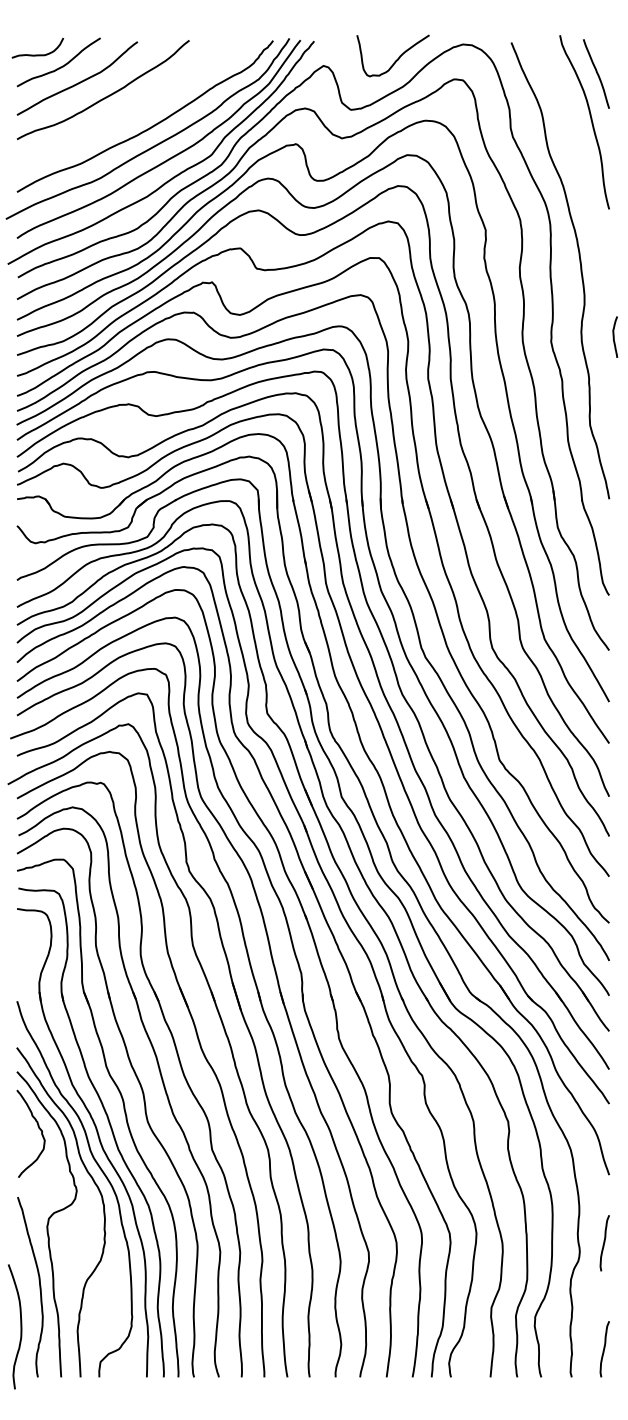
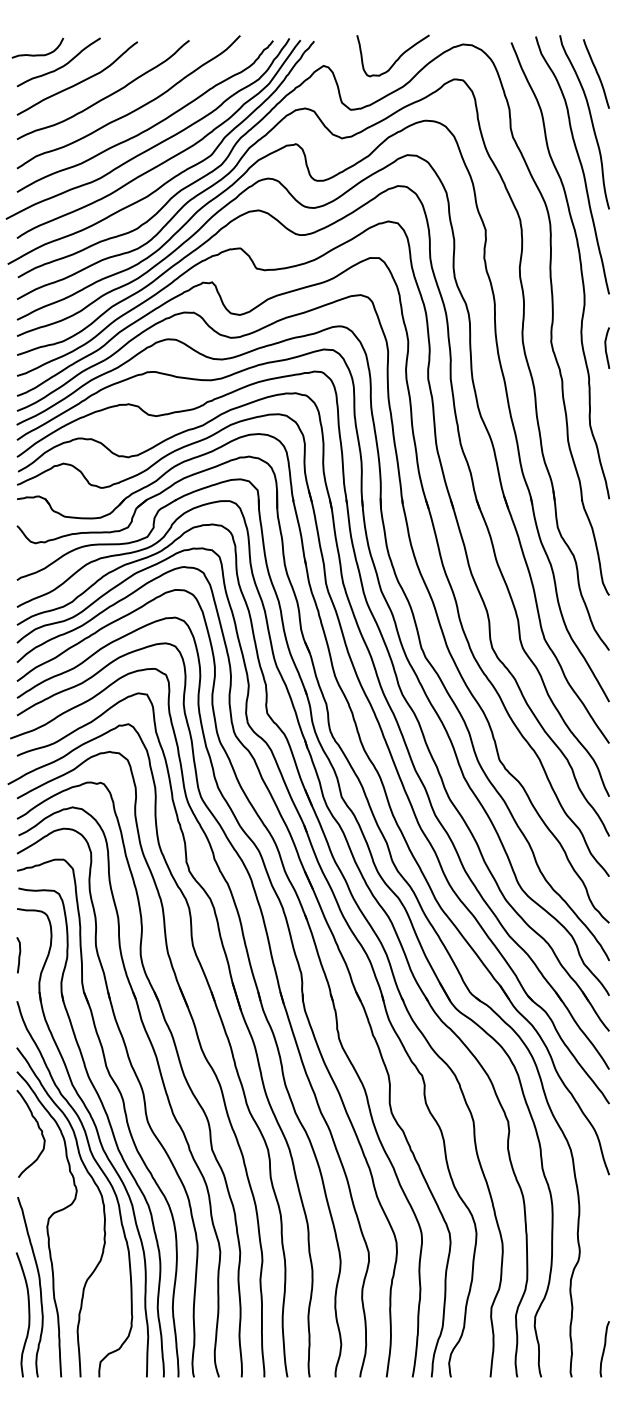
curve at (132, 110): none -> present
curve at (579, 163): none -> present
curve at (614, 336) position: (614, 336) -> (606, 347)
curve at (18, 955): none -> present
curve at (604, 1243): present -> none
curve at (20, 1326) position: (20, 1326) -> (28, 1314)
